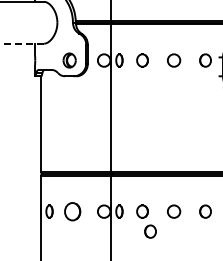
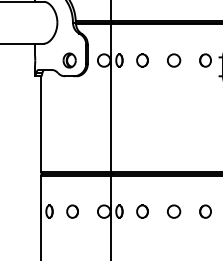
line at (22, 43): dashed -> solid
part at (72, 211) size: 18x20 px -> 13x15 px
part at (150, 231): present -> none
